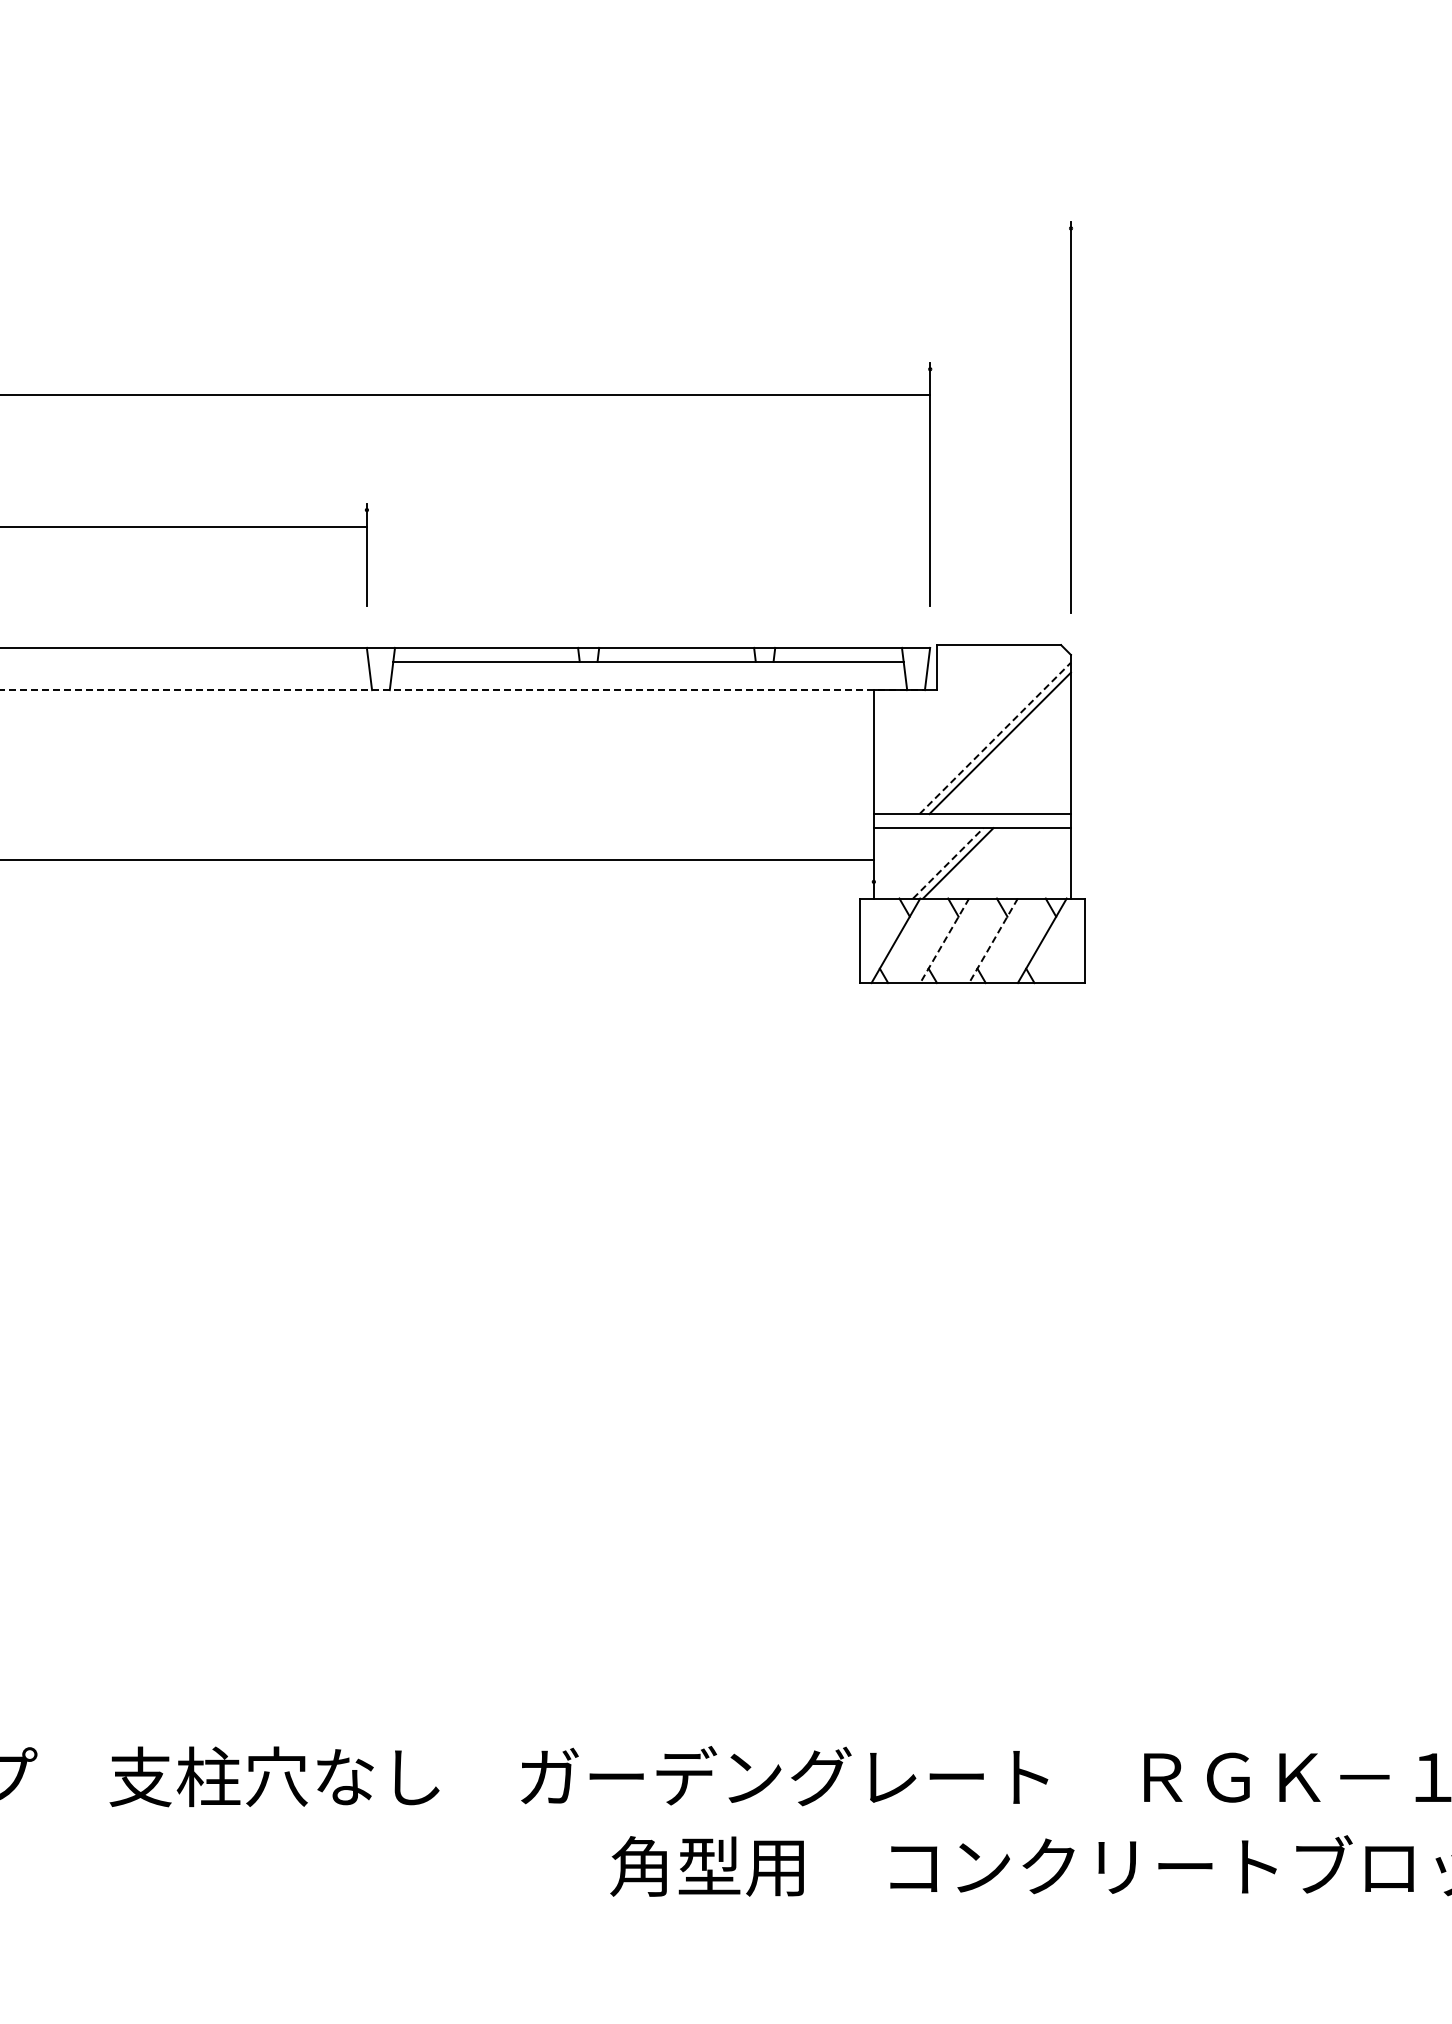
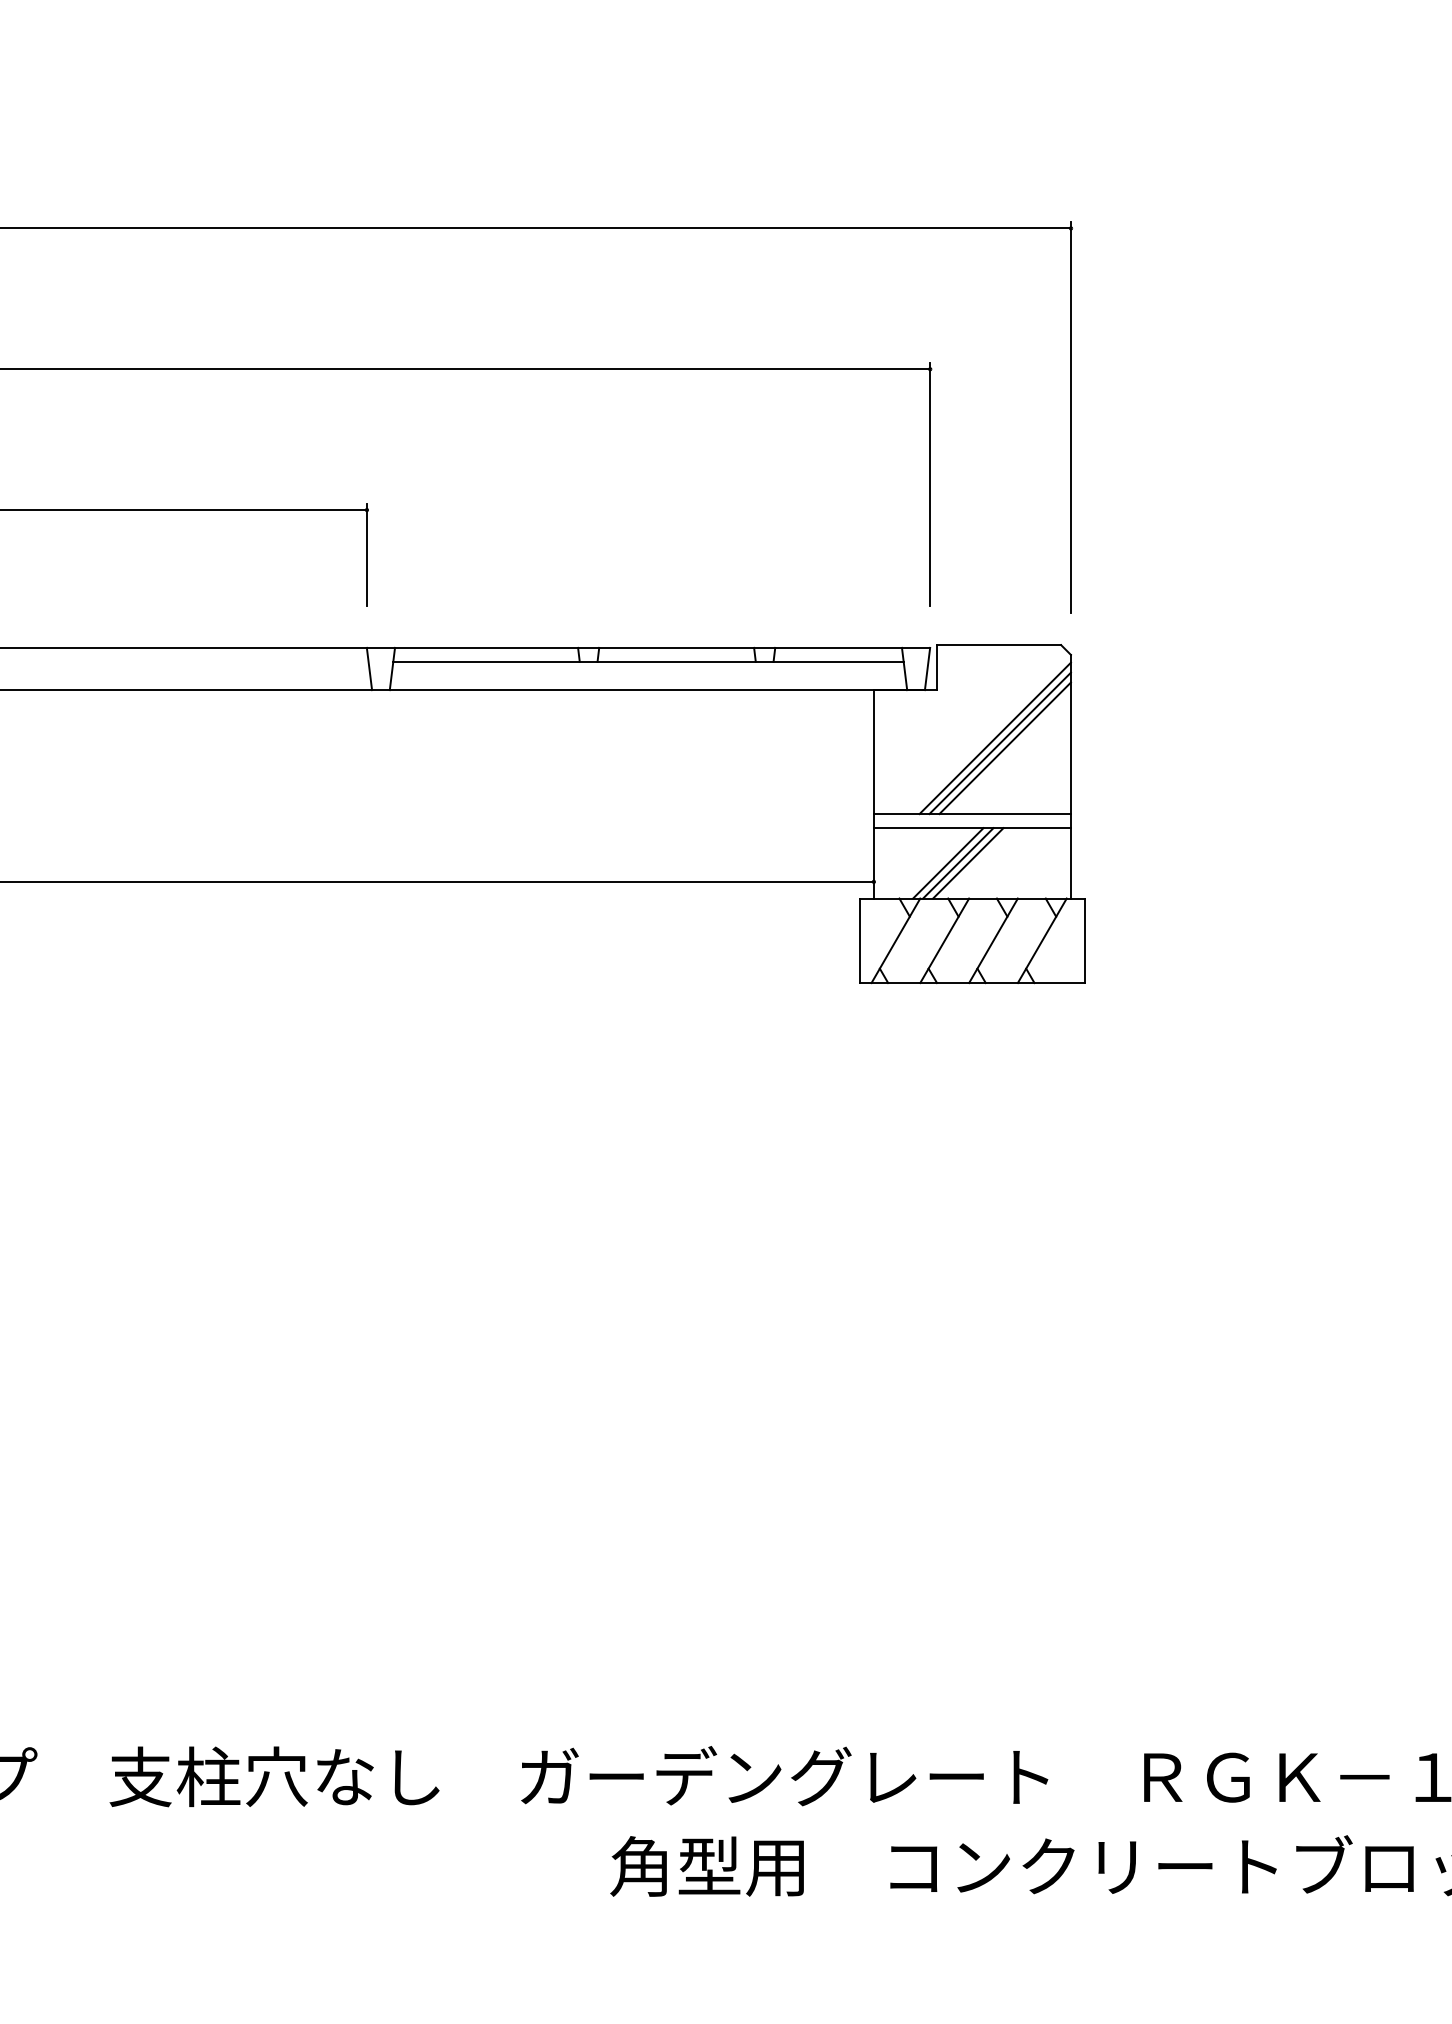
line at (536, 228): none -> present
line at (466, 395) position: (466, 395) -> (466, 369)
line at (184, 527) position: (184, 527) -> (184, 510)
line at (463, 690): dashed -> solid
line at (995, 738): dashed -> solid
line at (1004, 748): none -> present
line at (437, 859) position: (437, 859) -> (437, 881)
line at (948, 863): dashed -> solid
line at (968, 863): none -> present
line at (944, 940): dashed -> solid
line at (993, 940): dashed -> solid
